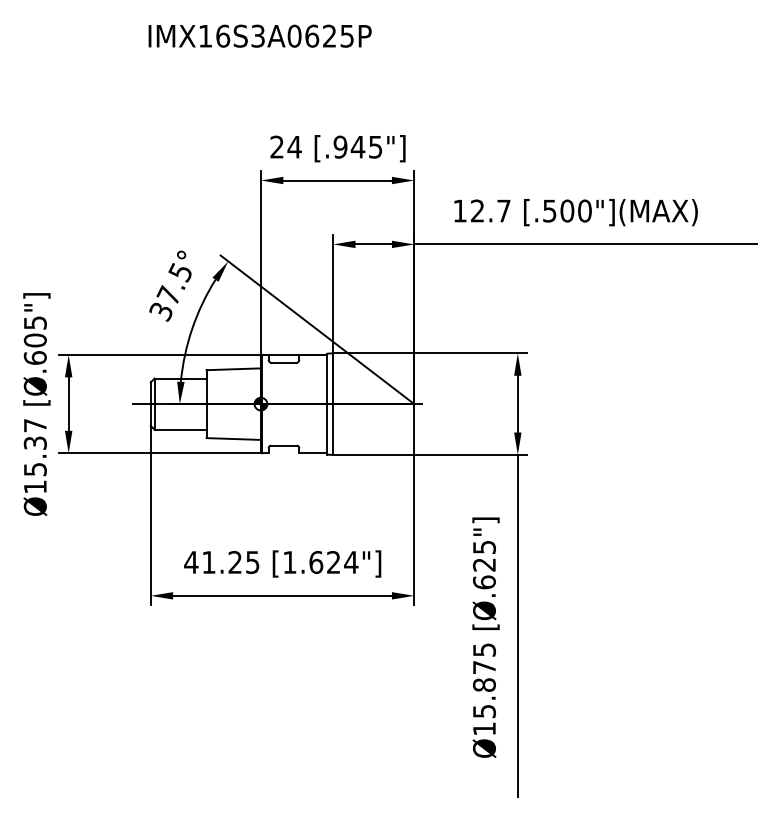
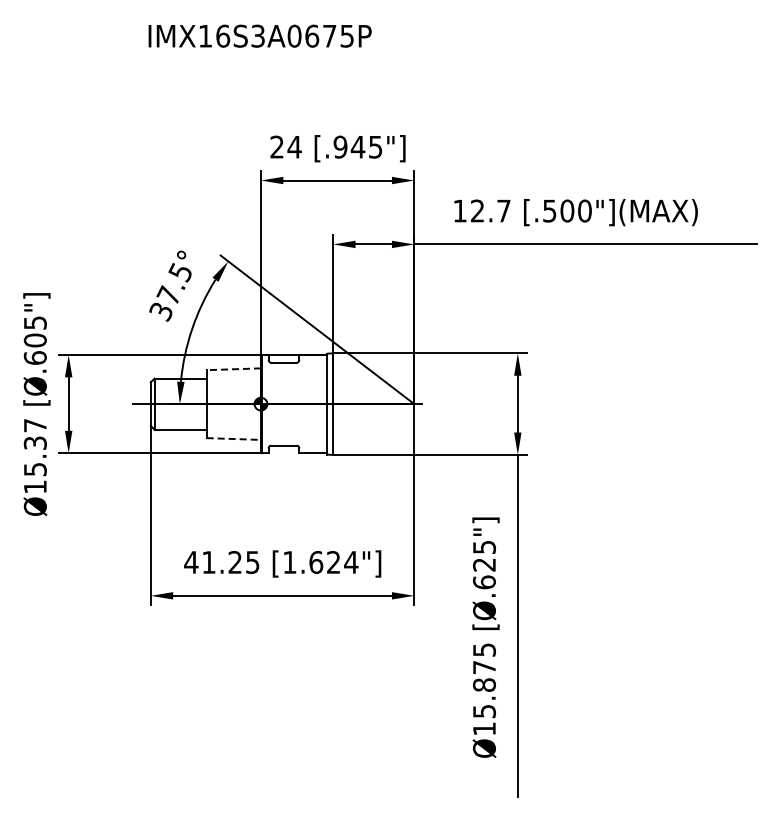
text at (329, 35): IMX16S3A0625P -> IMX16S3A0675P
line at (233, 369): solid -> dashed
line at (234, 439): solid -> dashed
